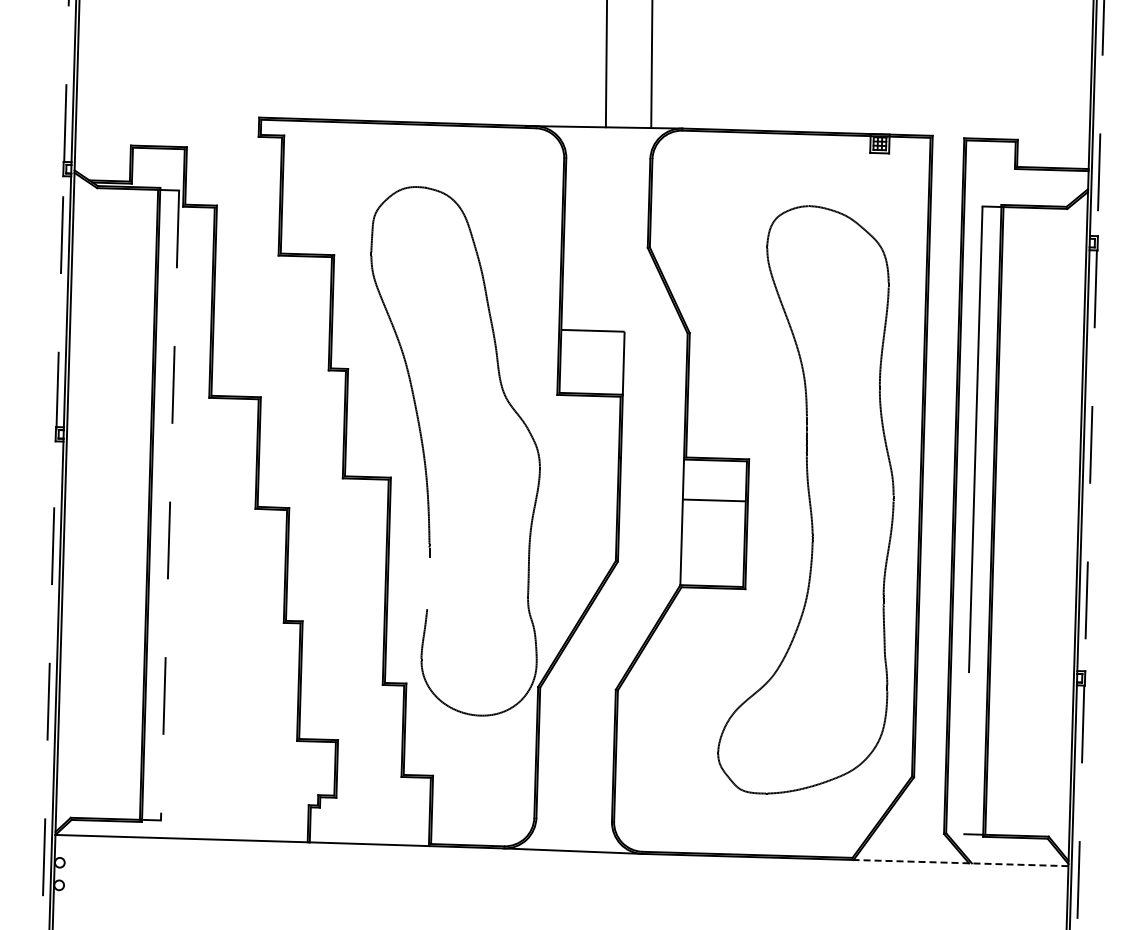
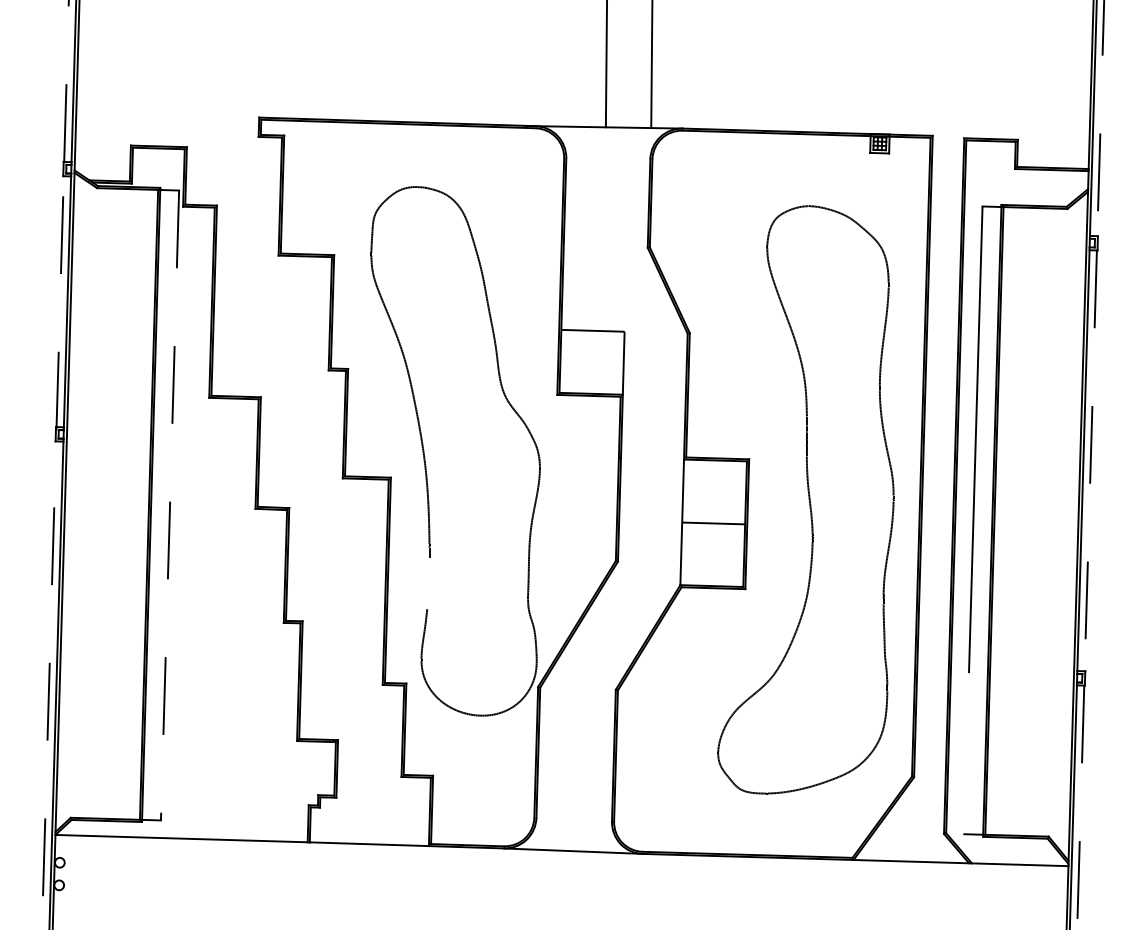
line at (714, 500) position: (714, 500) -> (713, 523)
line at (960, 863): dashed -> solid
